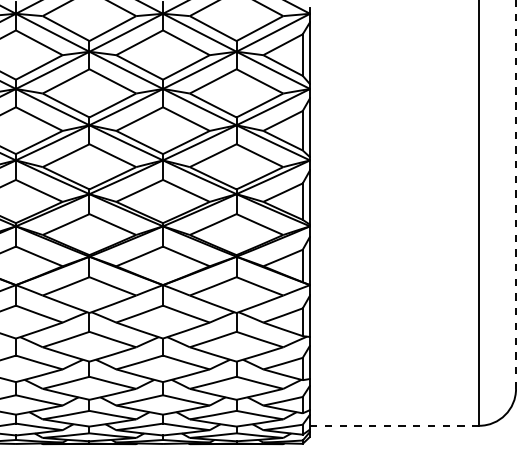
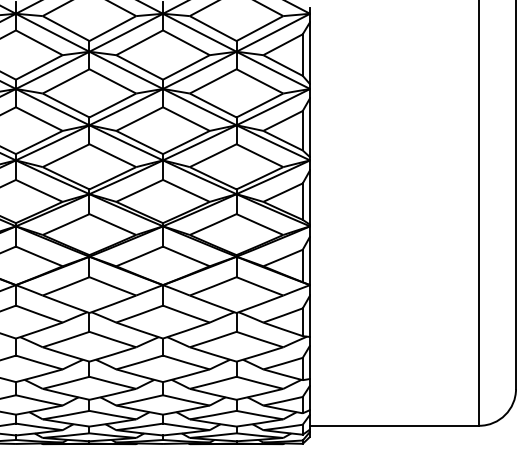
line at (516, 195): dashed -> solid
line at (394, 425): dashed -> solid
